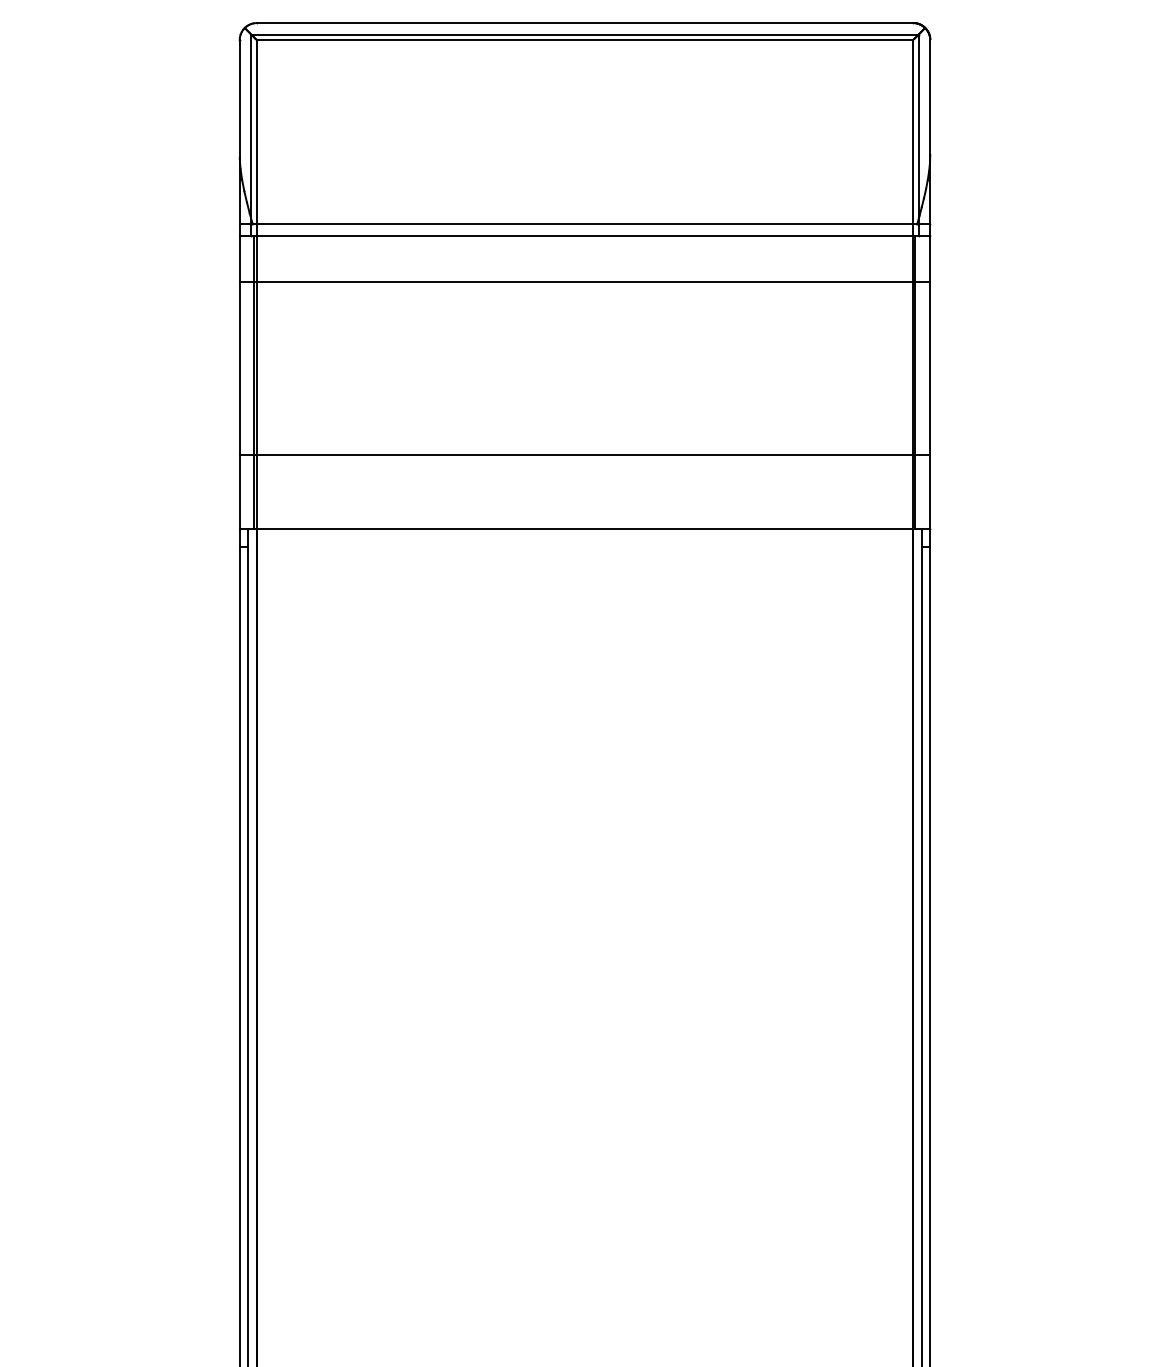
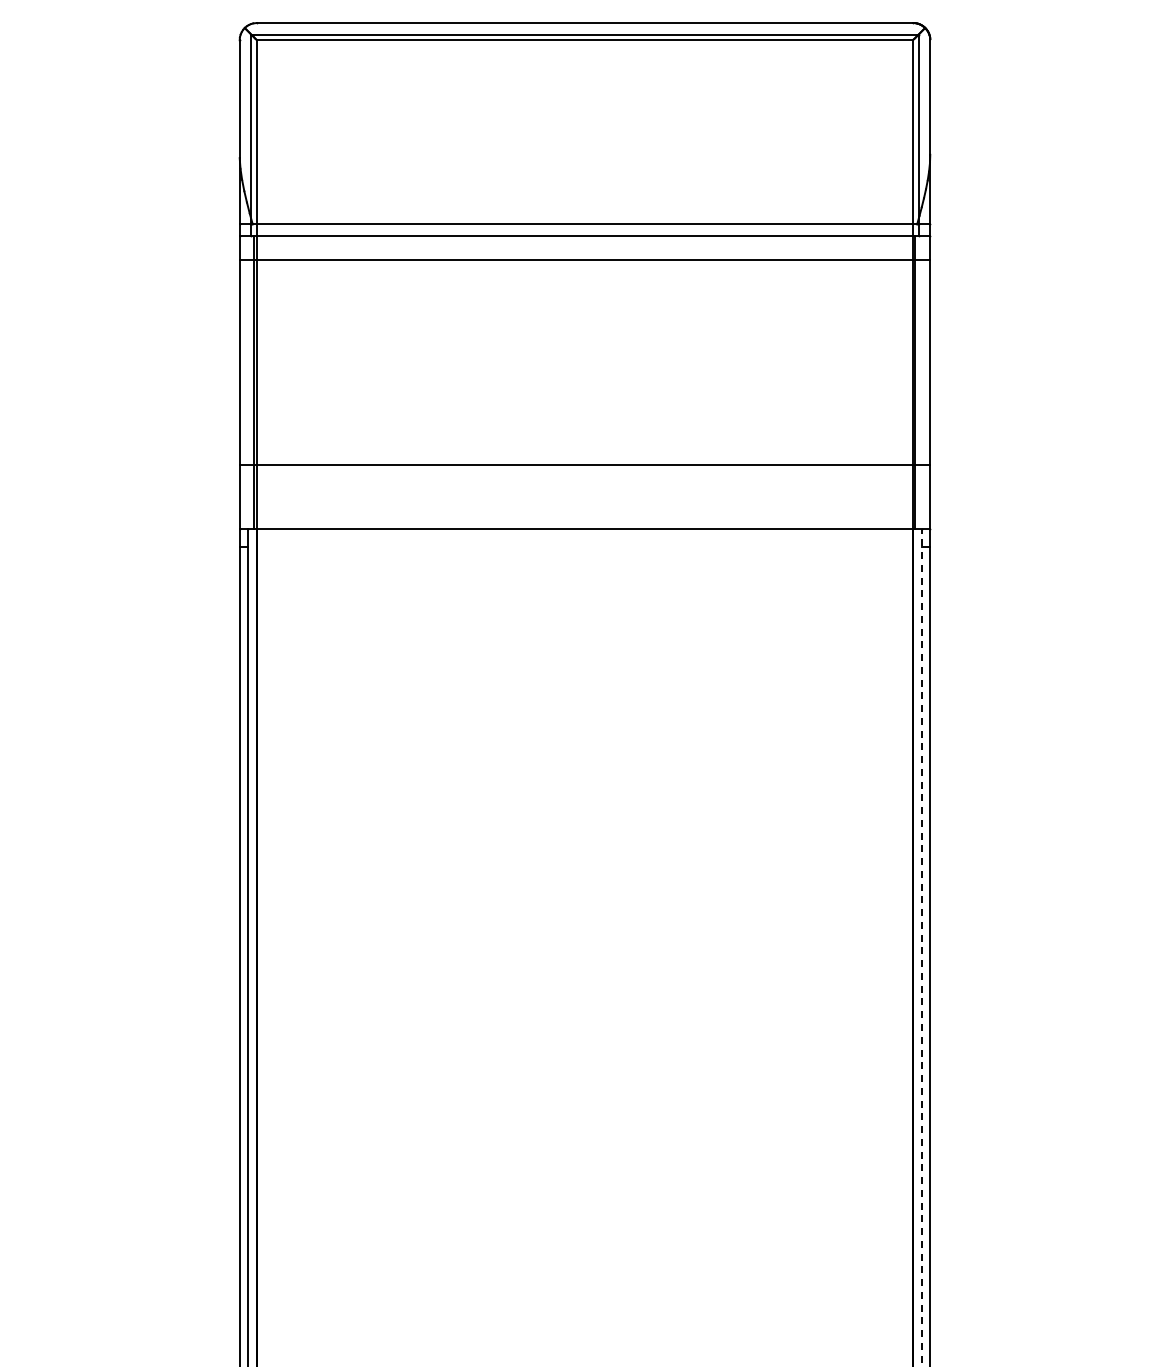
line at (584, 281) position: (584, 281) -> (584, 259)
line at (584, 454) position: (584, 454) -> (584, 464)
line at (921, 948): solid -> dashed
